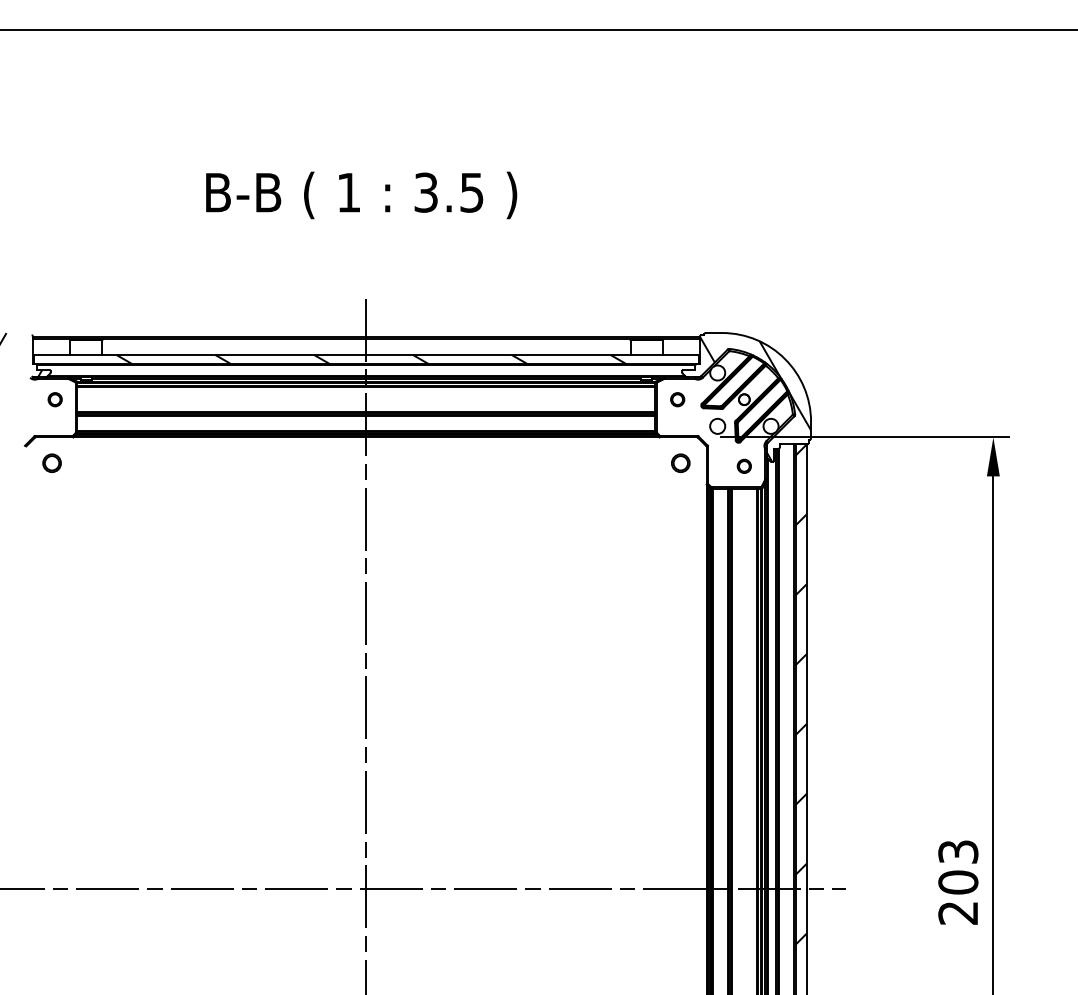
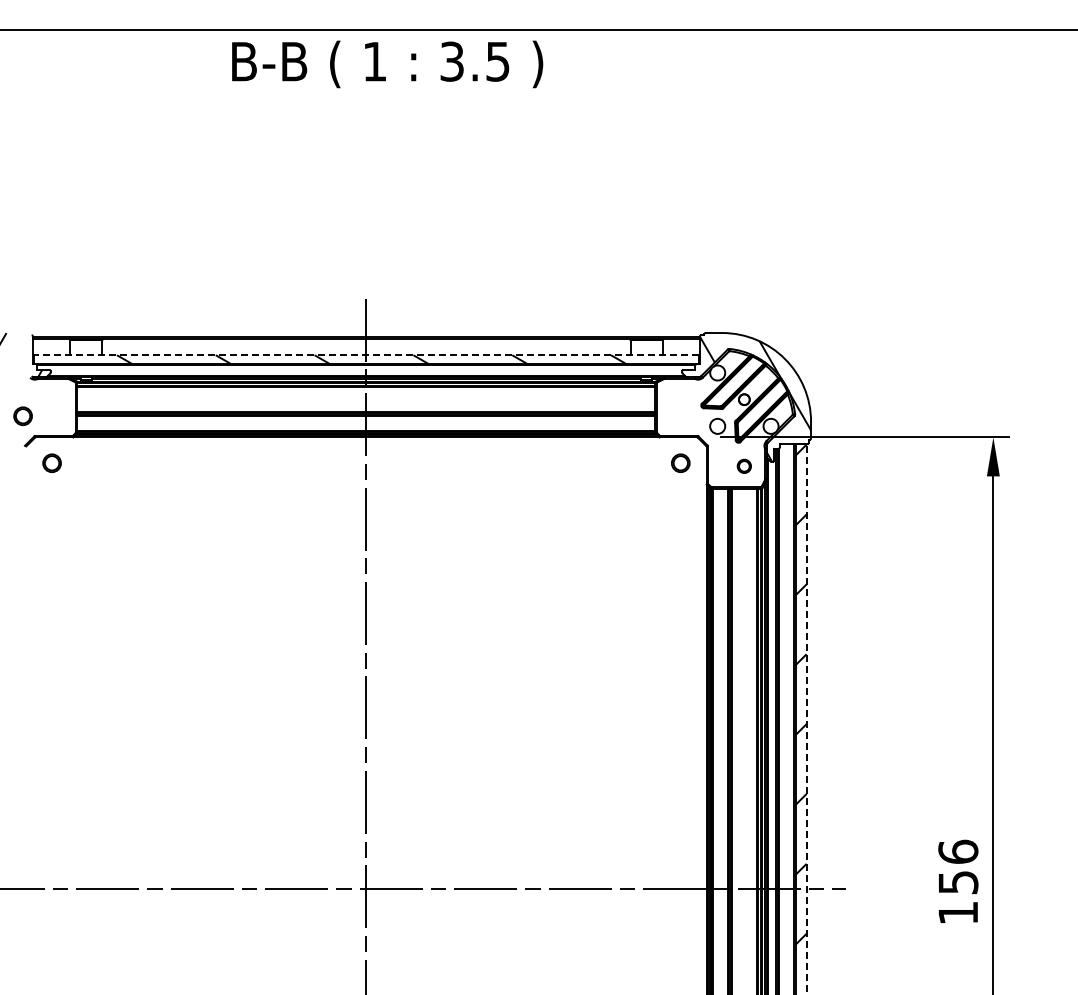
text at (361, 195) position: (361, 195) -> (387, 64)
line at (365, 355): solid -> dashed
circle at (54, 399): present -> none
part at (677, 399): present -> none
circle at (22, 415): none -> present
line at (806, 718): solid -> dashed
text at (958, 881): 203 -> 156
